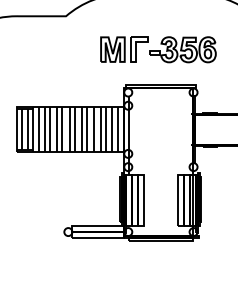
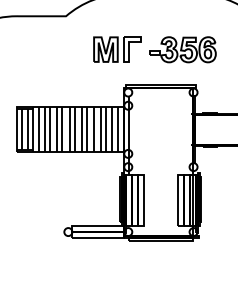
part at (124, 49) position: (124, 49) -> (117, 49)
